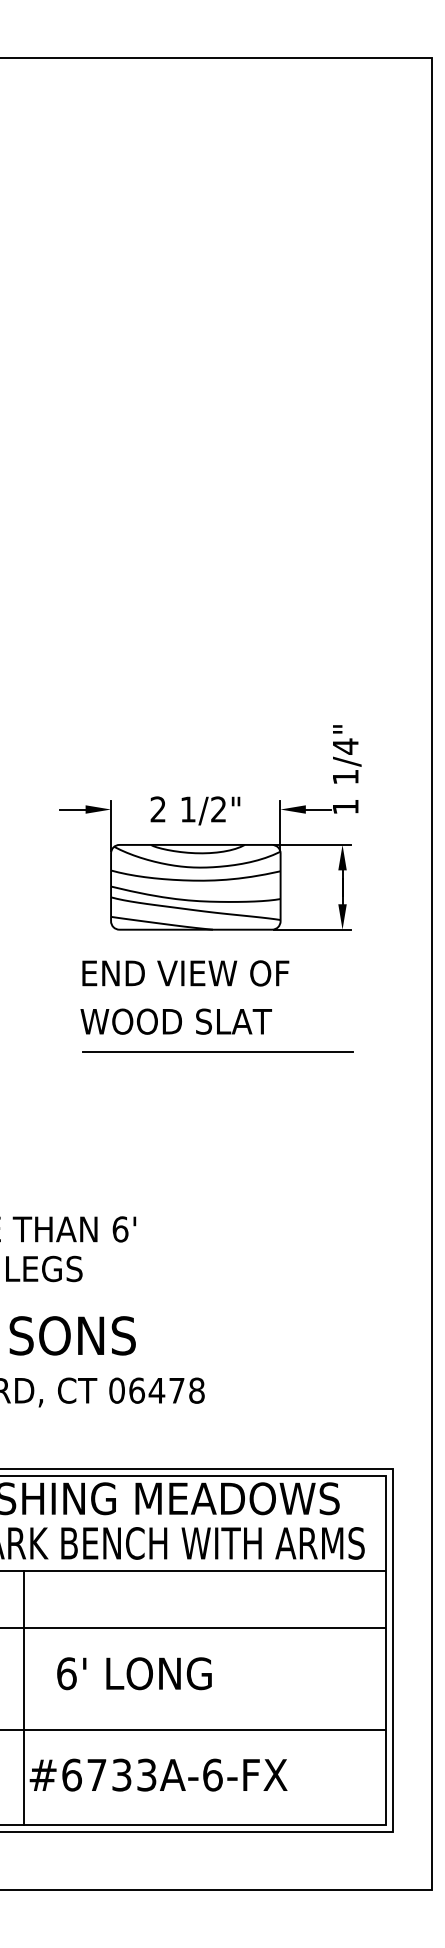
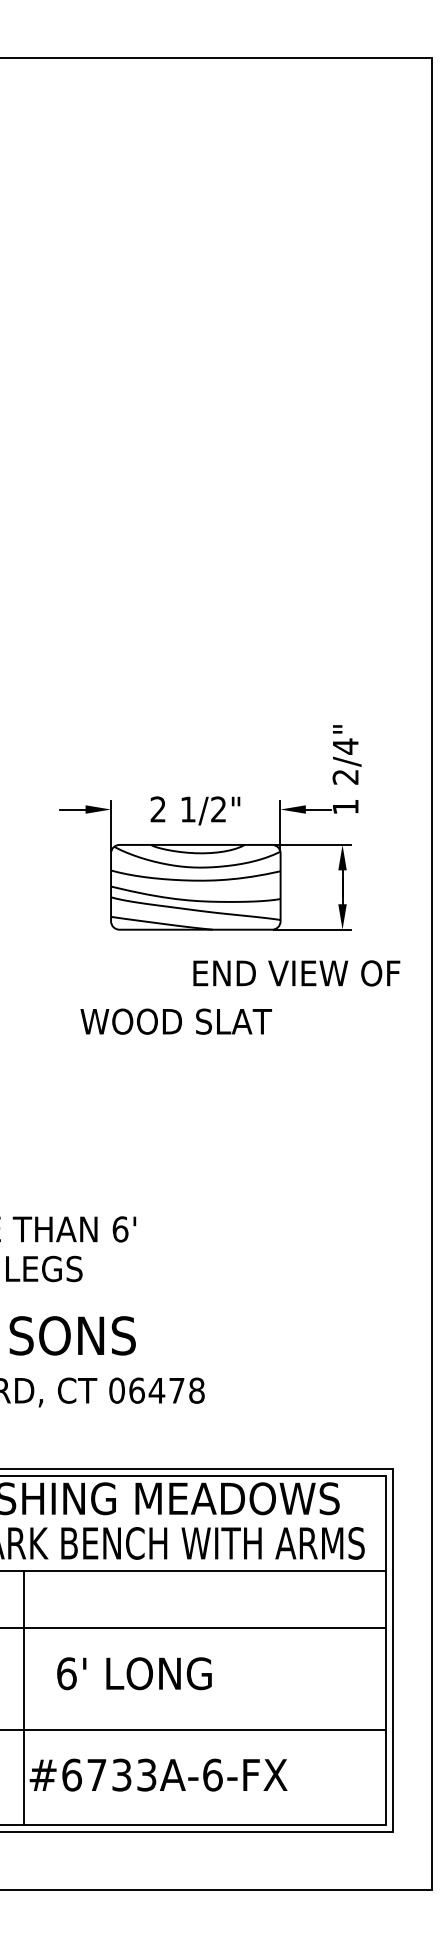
text at (345, 777): 1/4" -> 2/4"
text at (185, 973) position: (185, 973) -> (296, 973)
line at (217, 1052): present -> none
